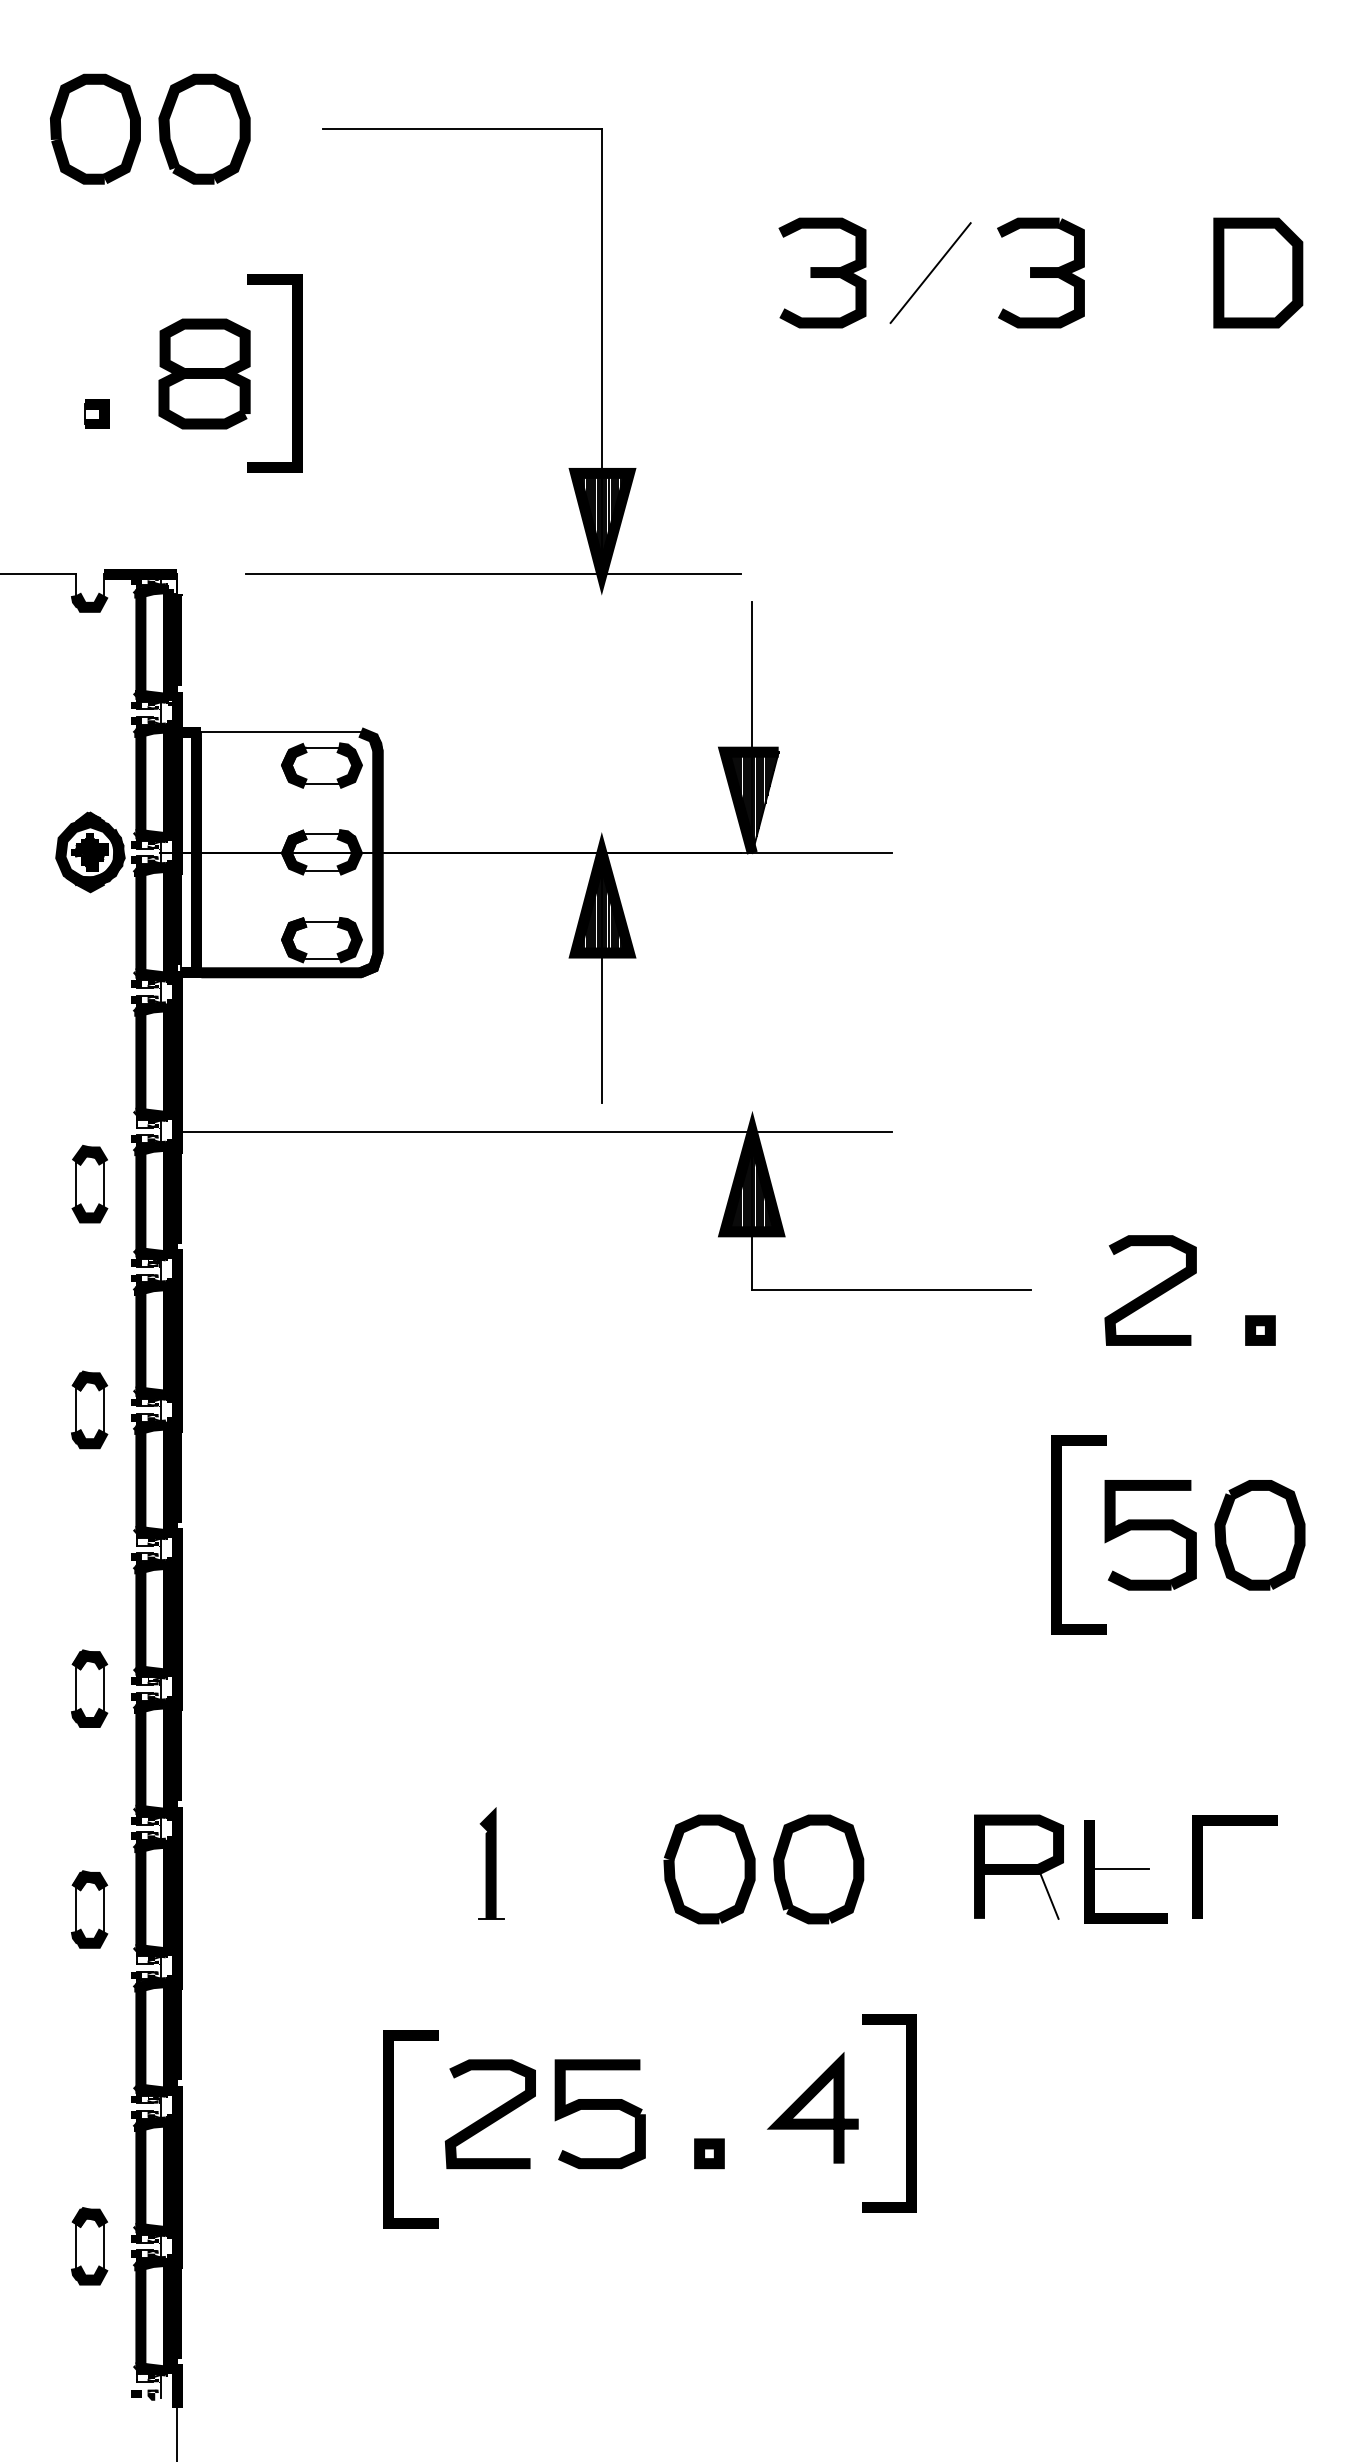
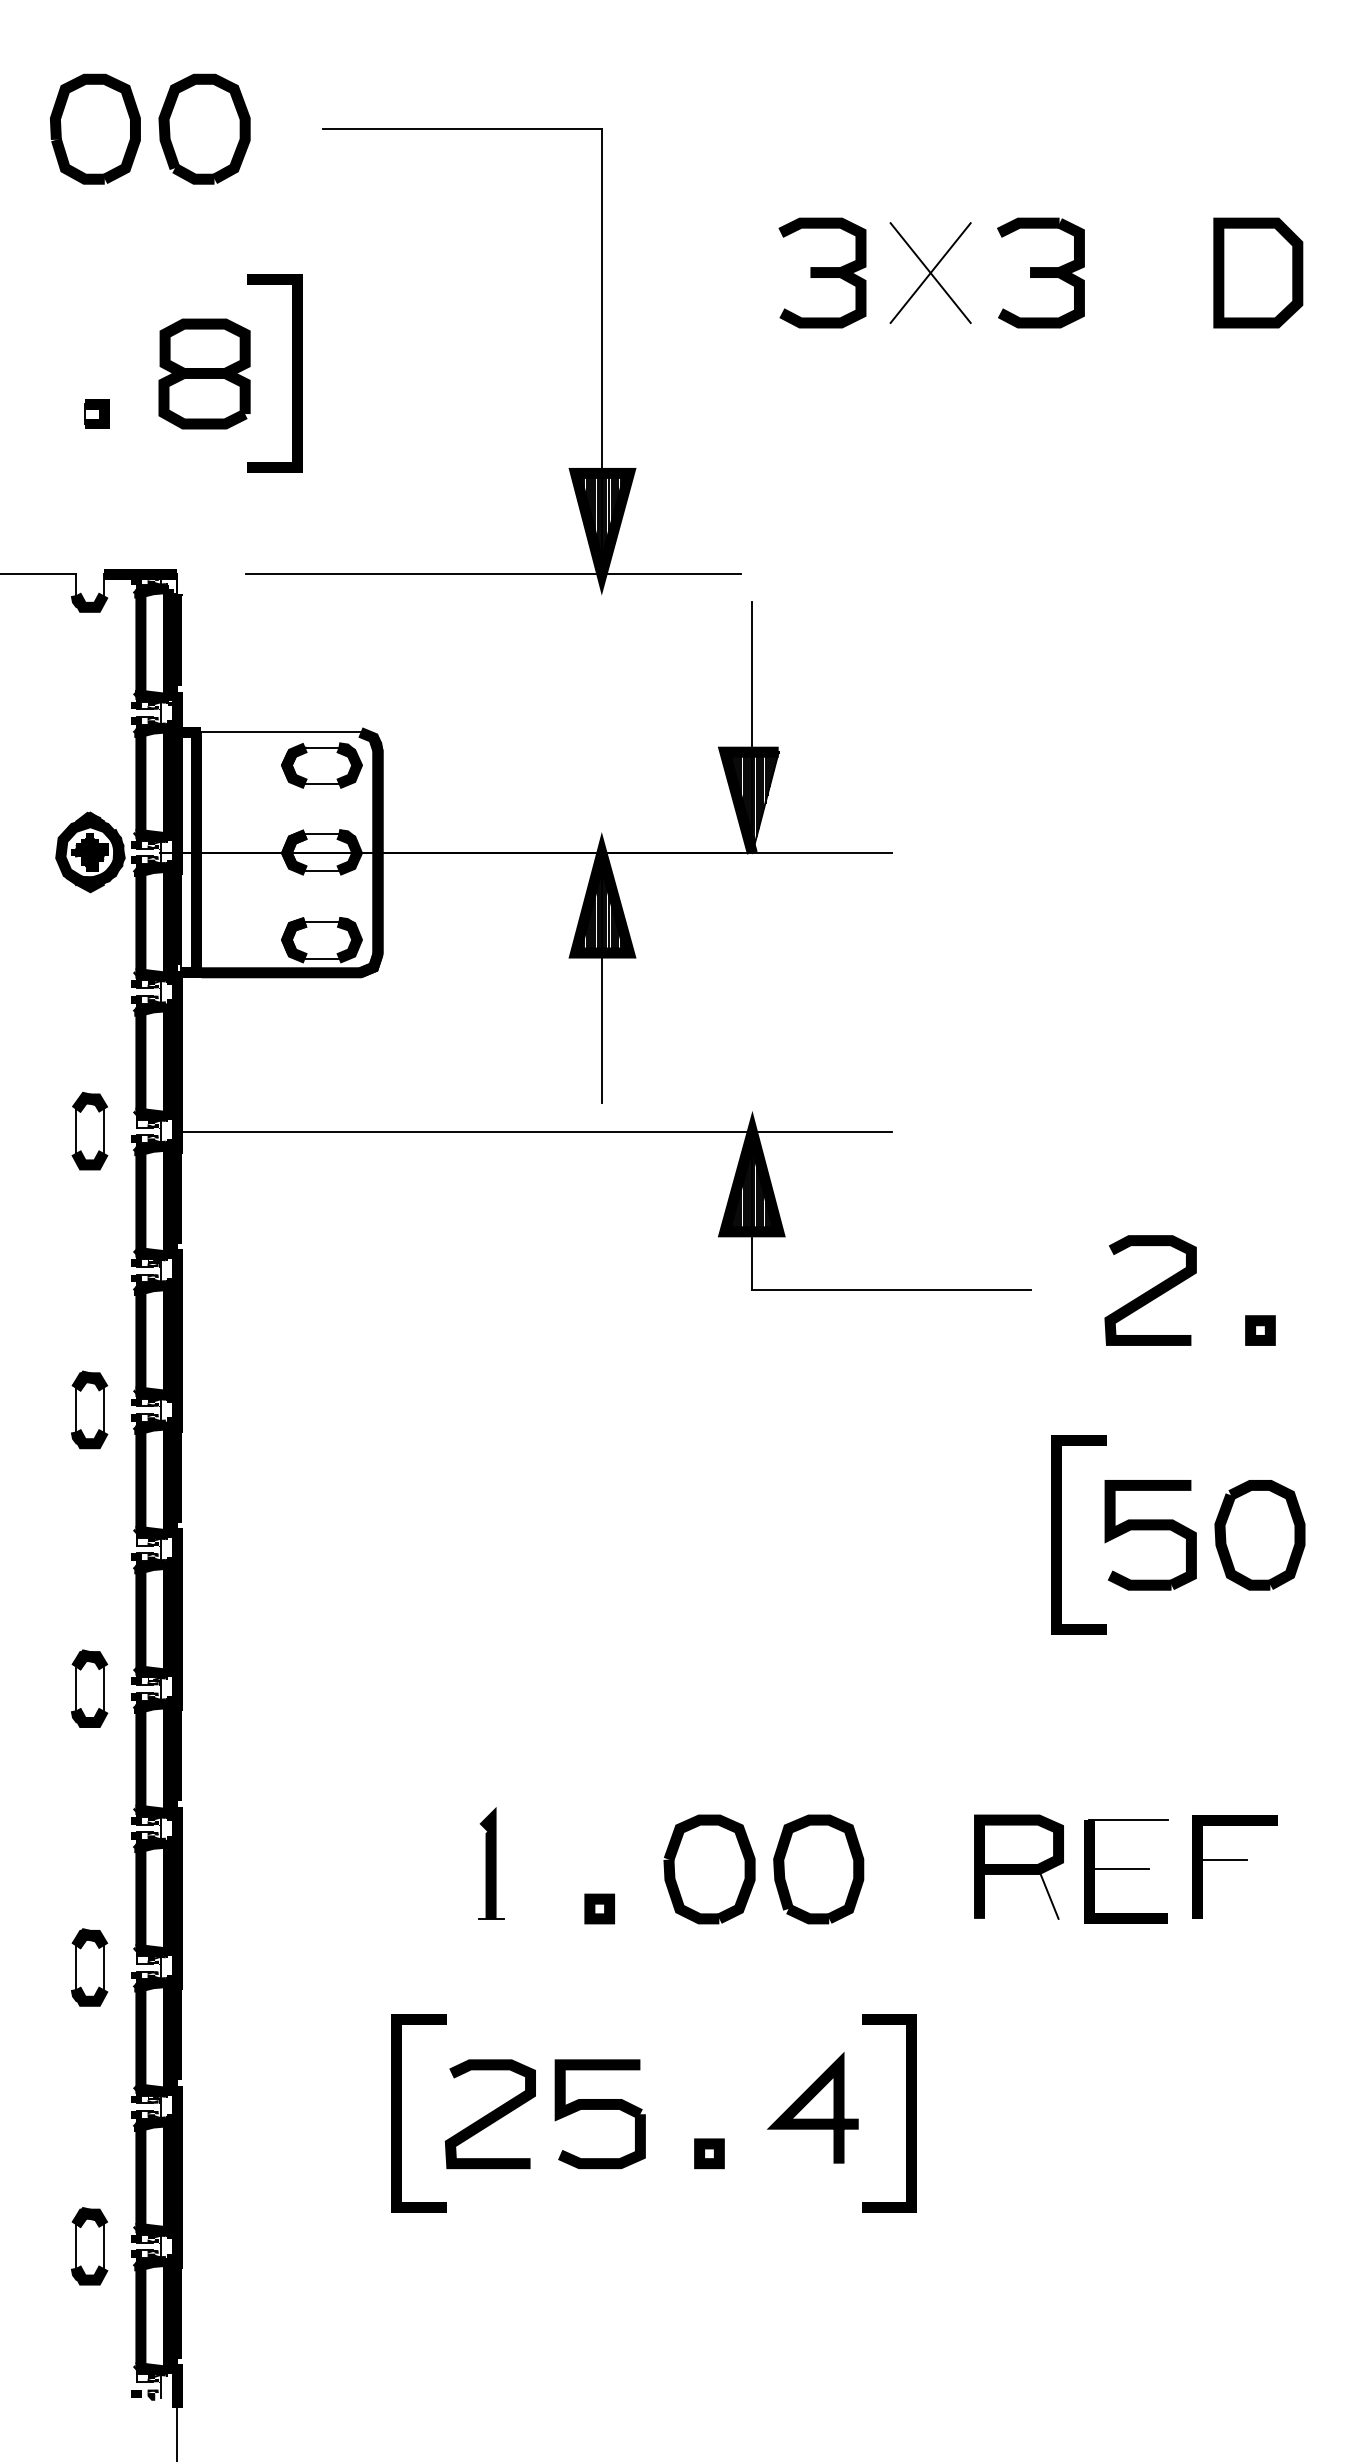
line at (930, 272): none -> present
part at (89, 1184) position: (89, 1184) -> (89, 1131)
line at (1128, 1820): none -> present
line at (1222, 1859): none -> present
part at (599, 1908): none -> present
part at (89, 1909) position: (89, 1909) -> (89, 1967)
line at (393, 2129) position: (393, 2129) -> (401, 2113)
